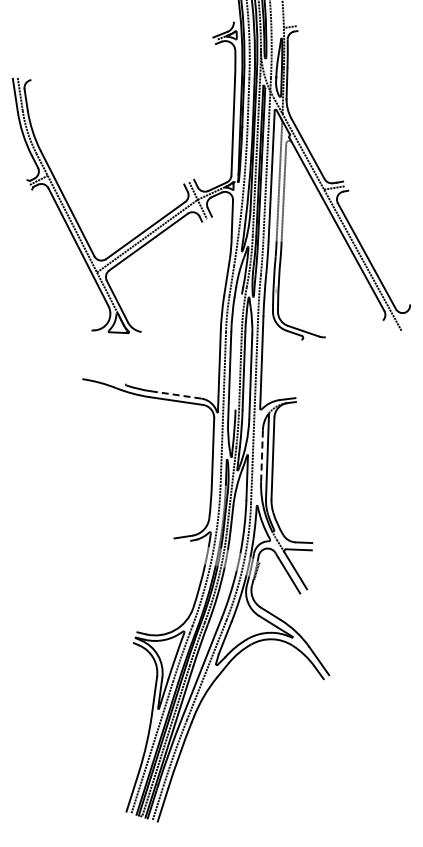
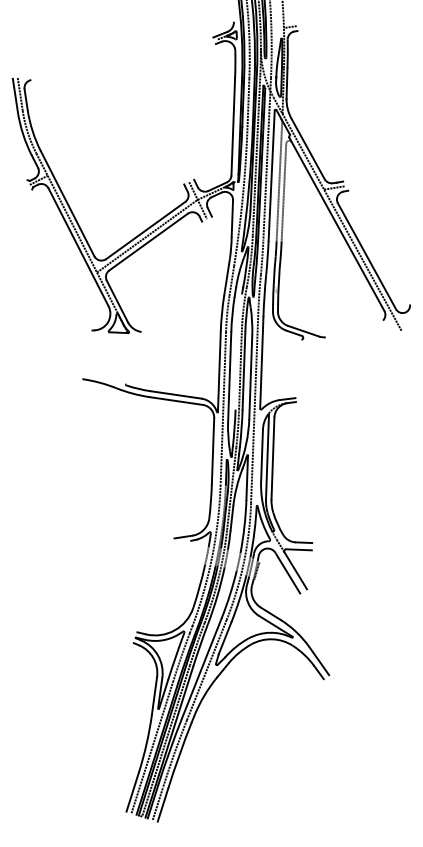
line at (176, 394): dashed -> solid
line at (262, 456): dashed -> solid
